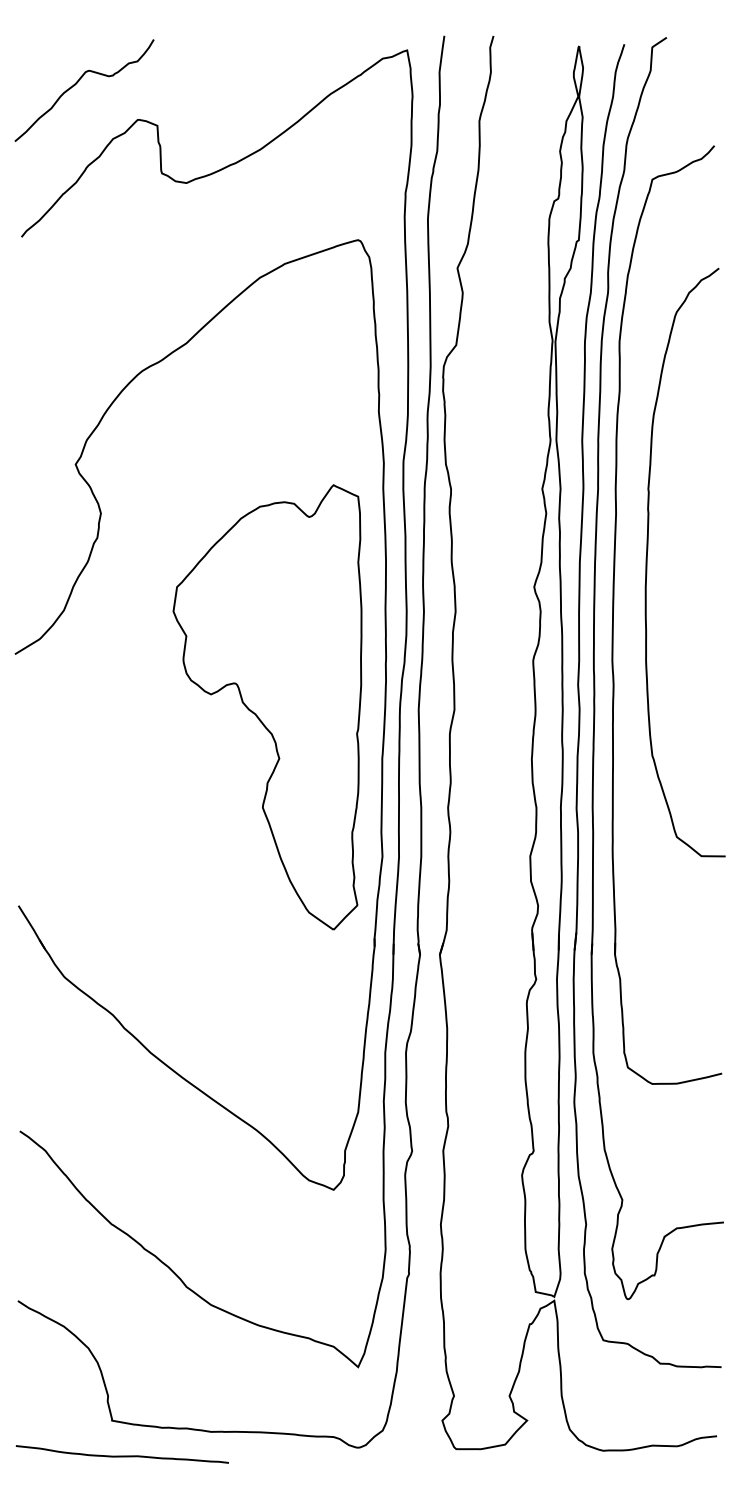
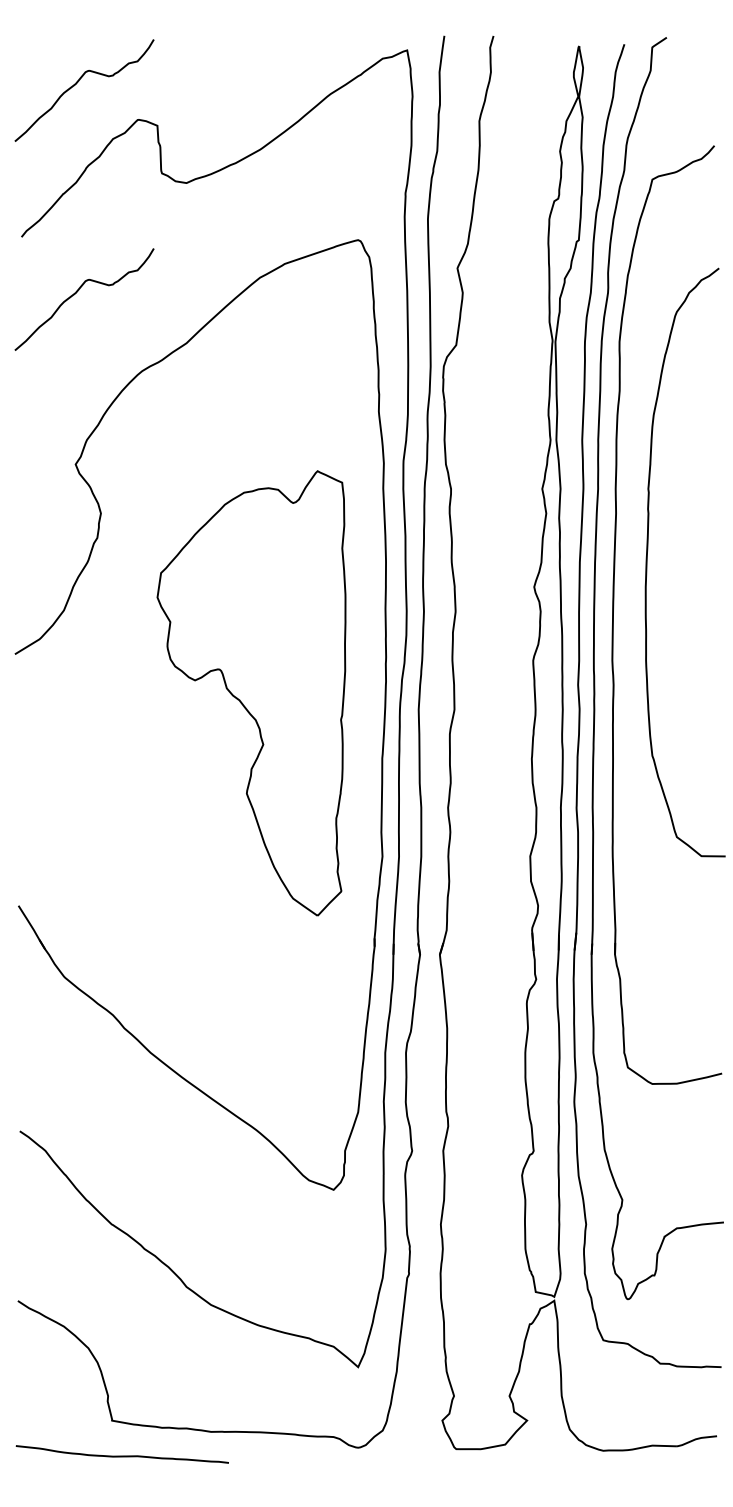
curve at (77, 292): none -> present
part at (267, 707) position: (267, 707) -> (251, 693)
